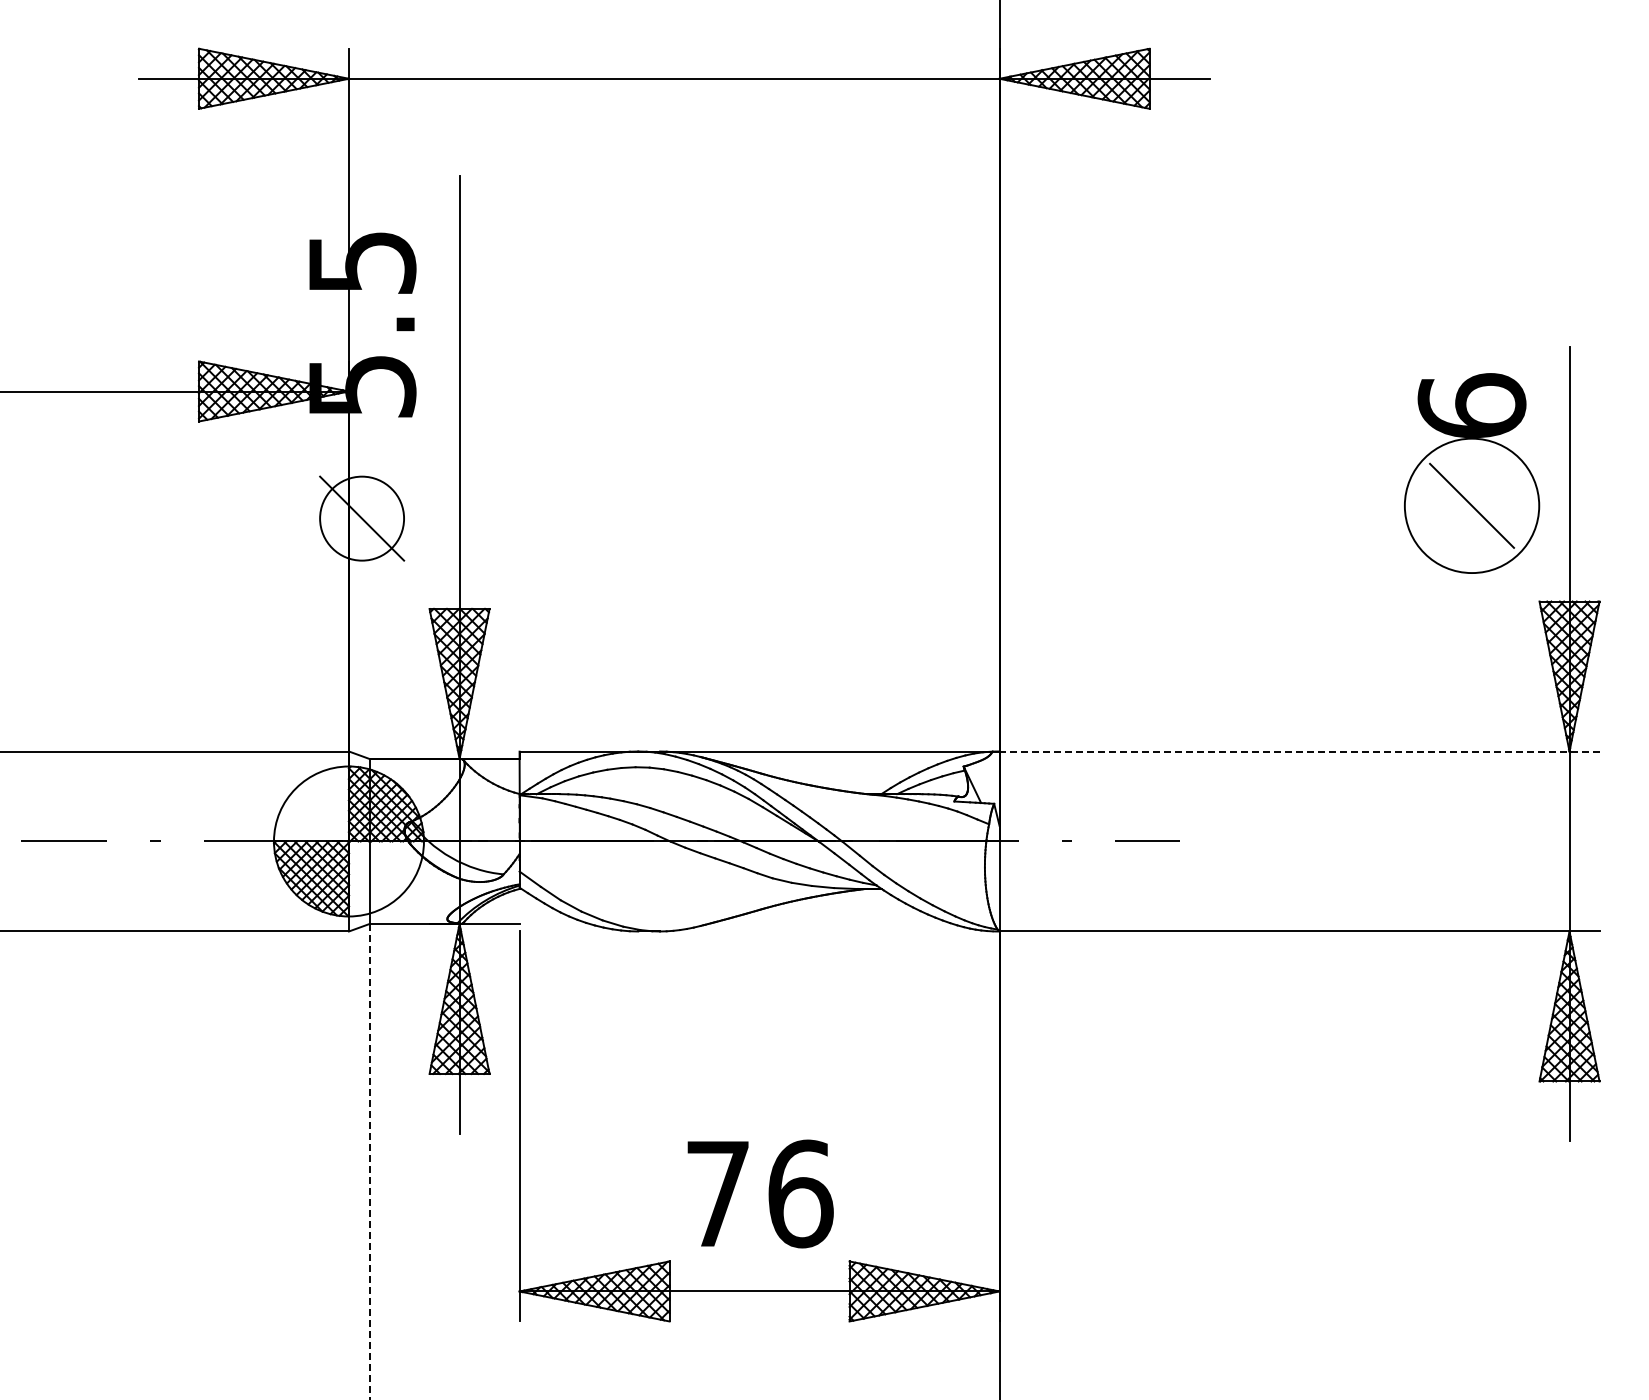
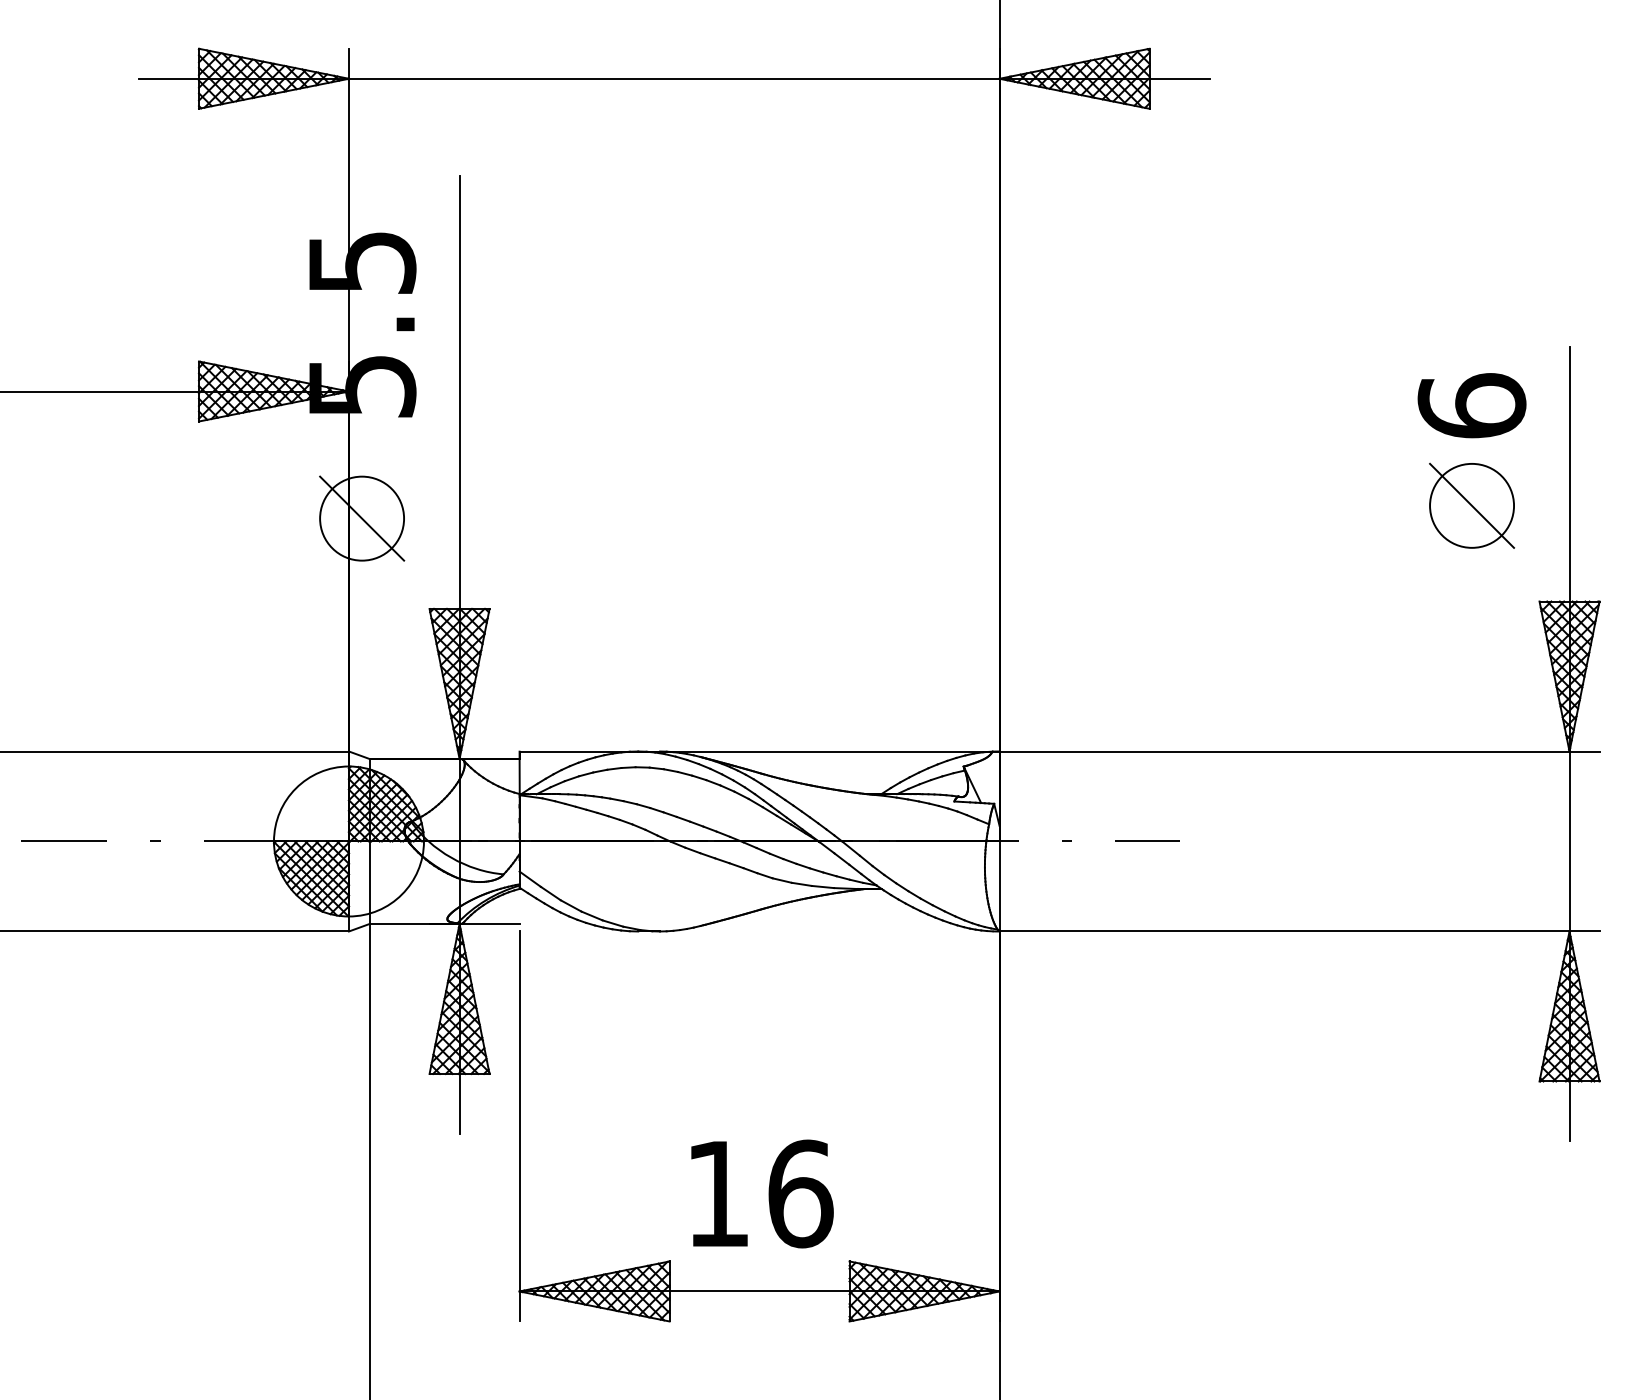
circle at (1471, 505) diameter: 134 px -> 84 px
line at (1299, 751): dashed -> solid
line at (369, 1161): dashed -> solid
text at (717, 1193): 76 -> 16
